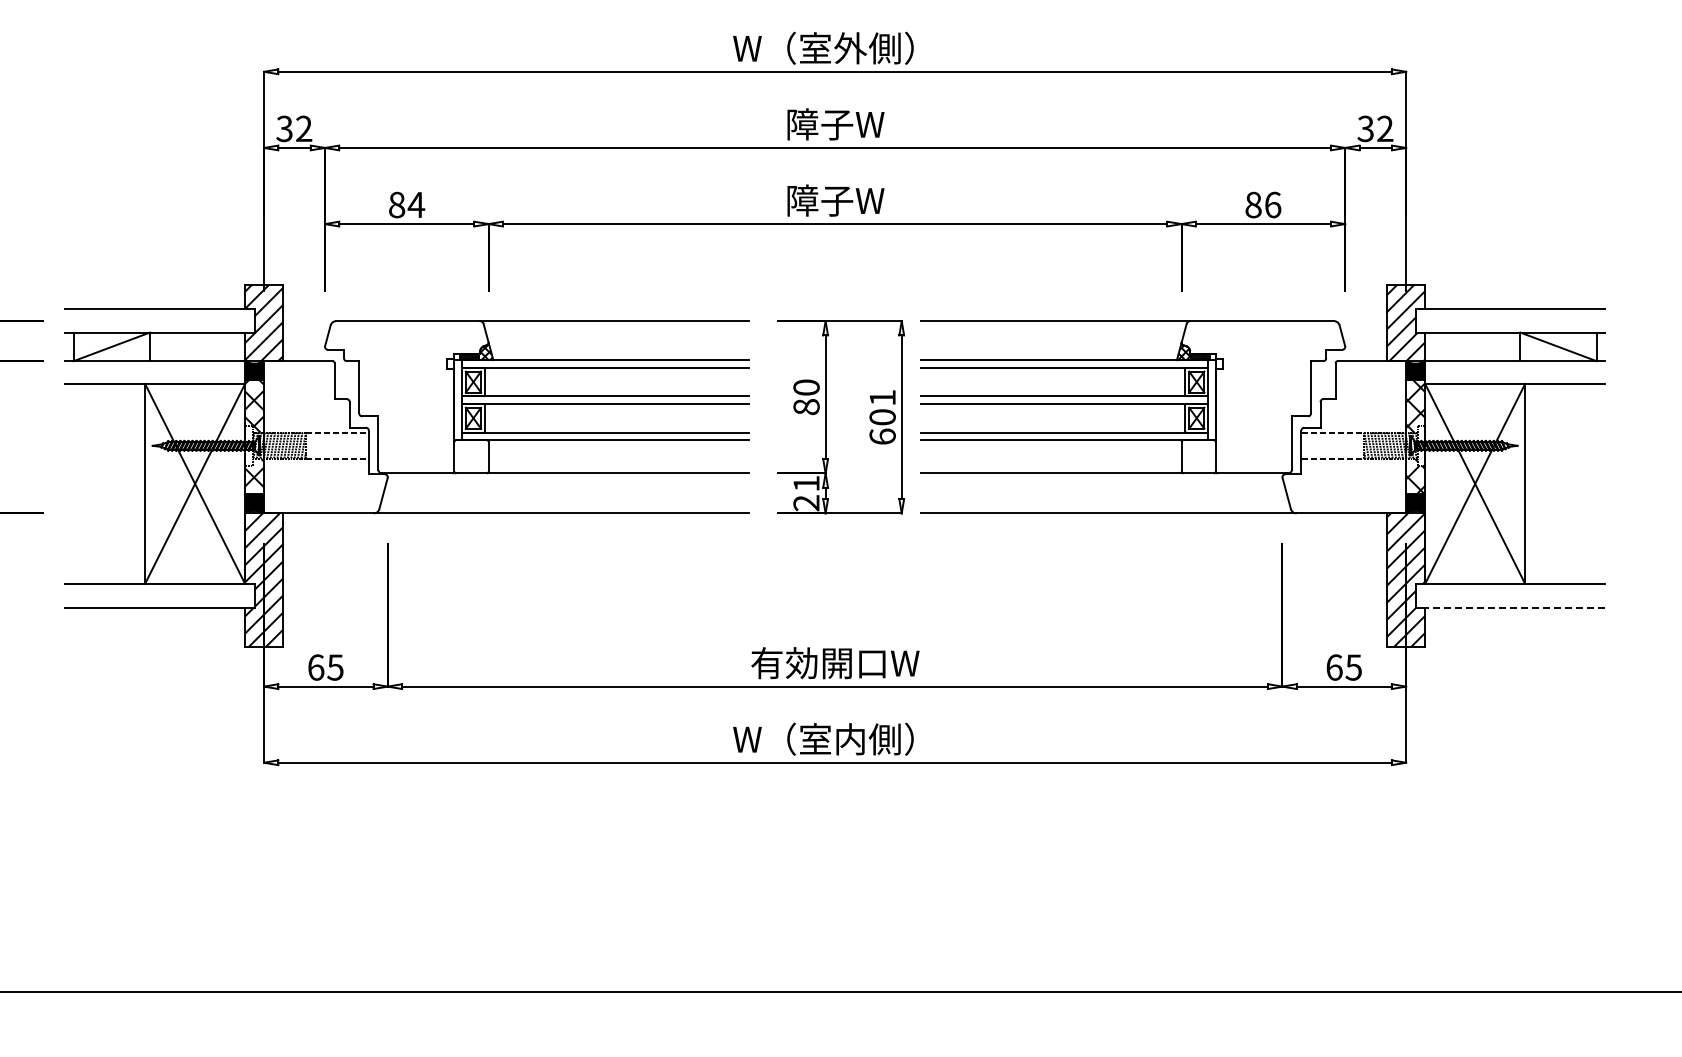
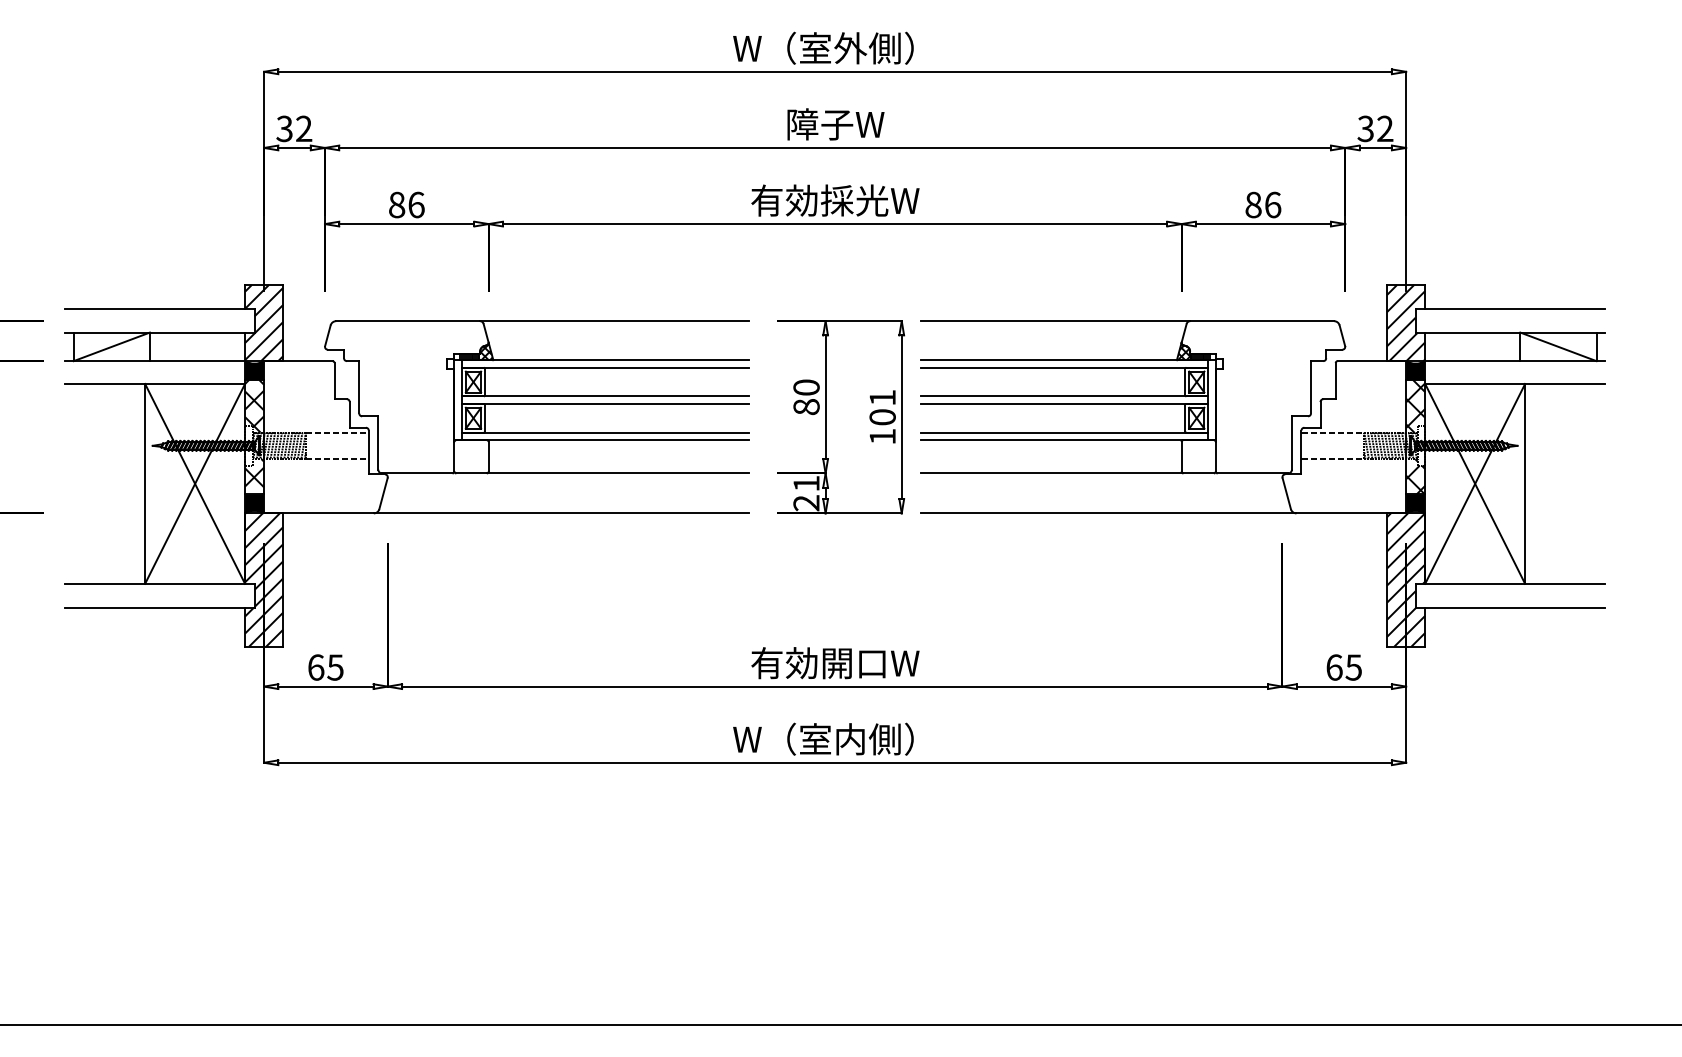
text at (835, 200): 障子W -> 有効採光W
text at (416, 204): 84 -> 86
text at (882, 436): 601 -> 101
line at (1515, 607): dashed -> solid
line at (840, 992) position: (840, 992) -> (840, 1025)
